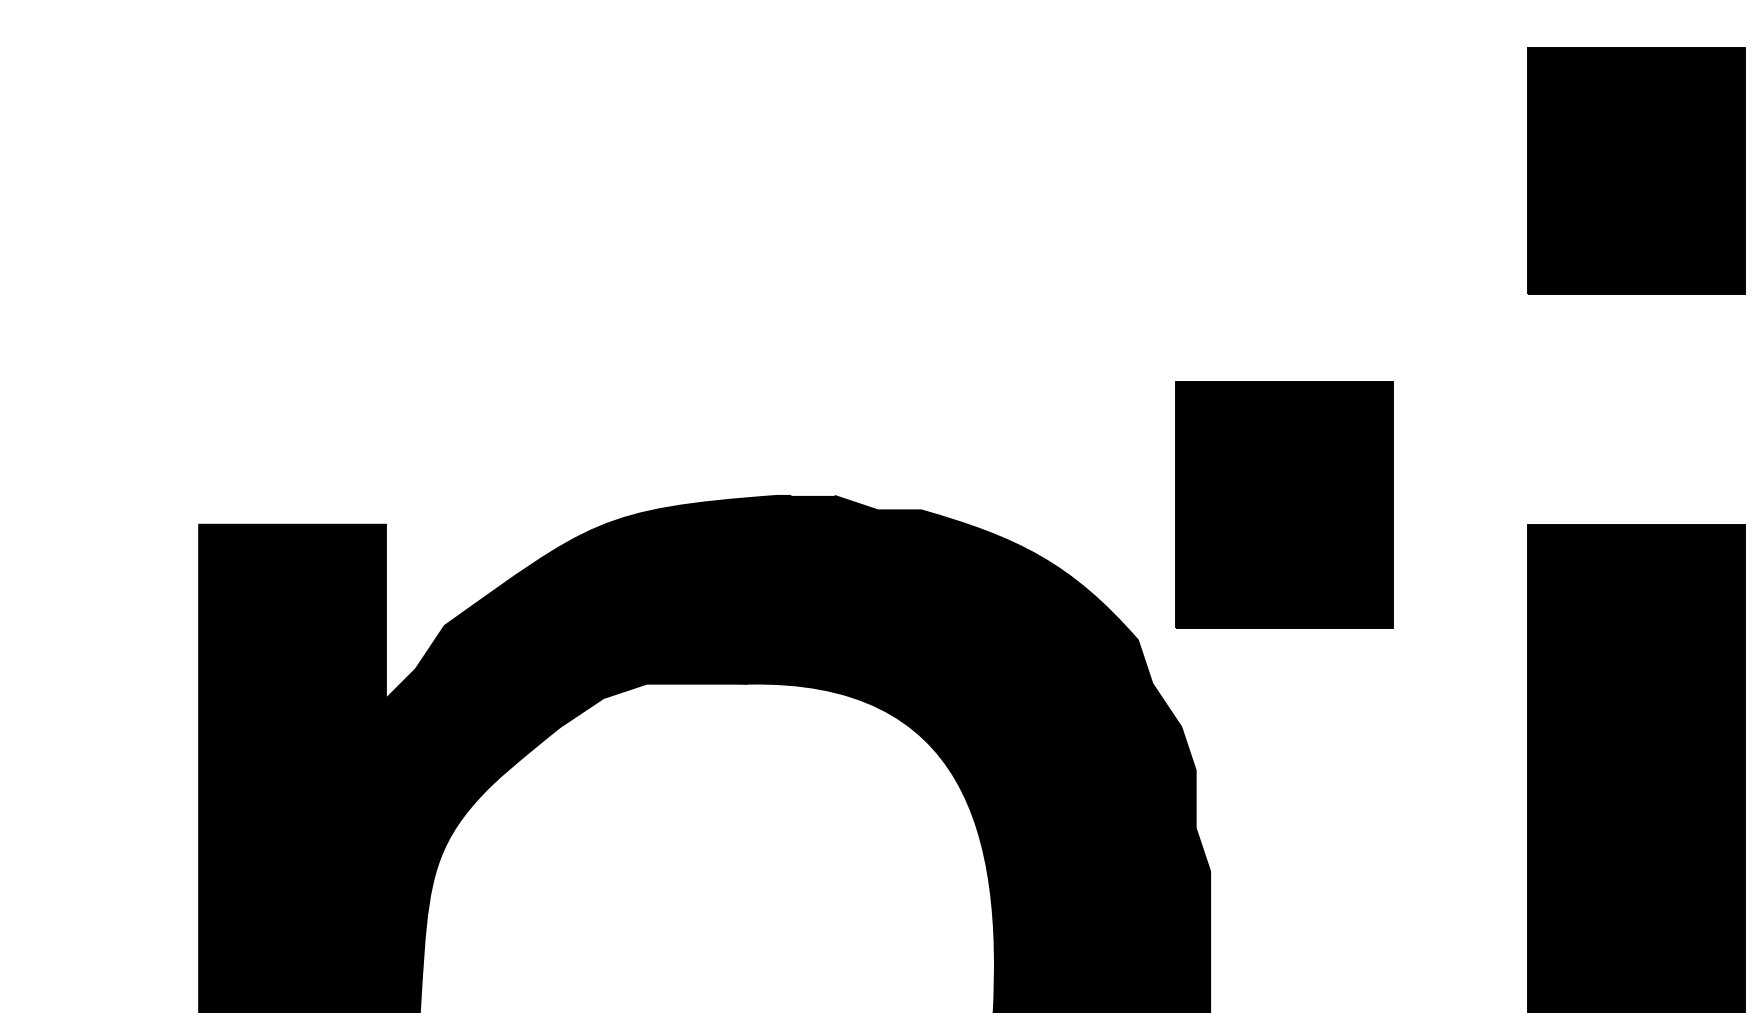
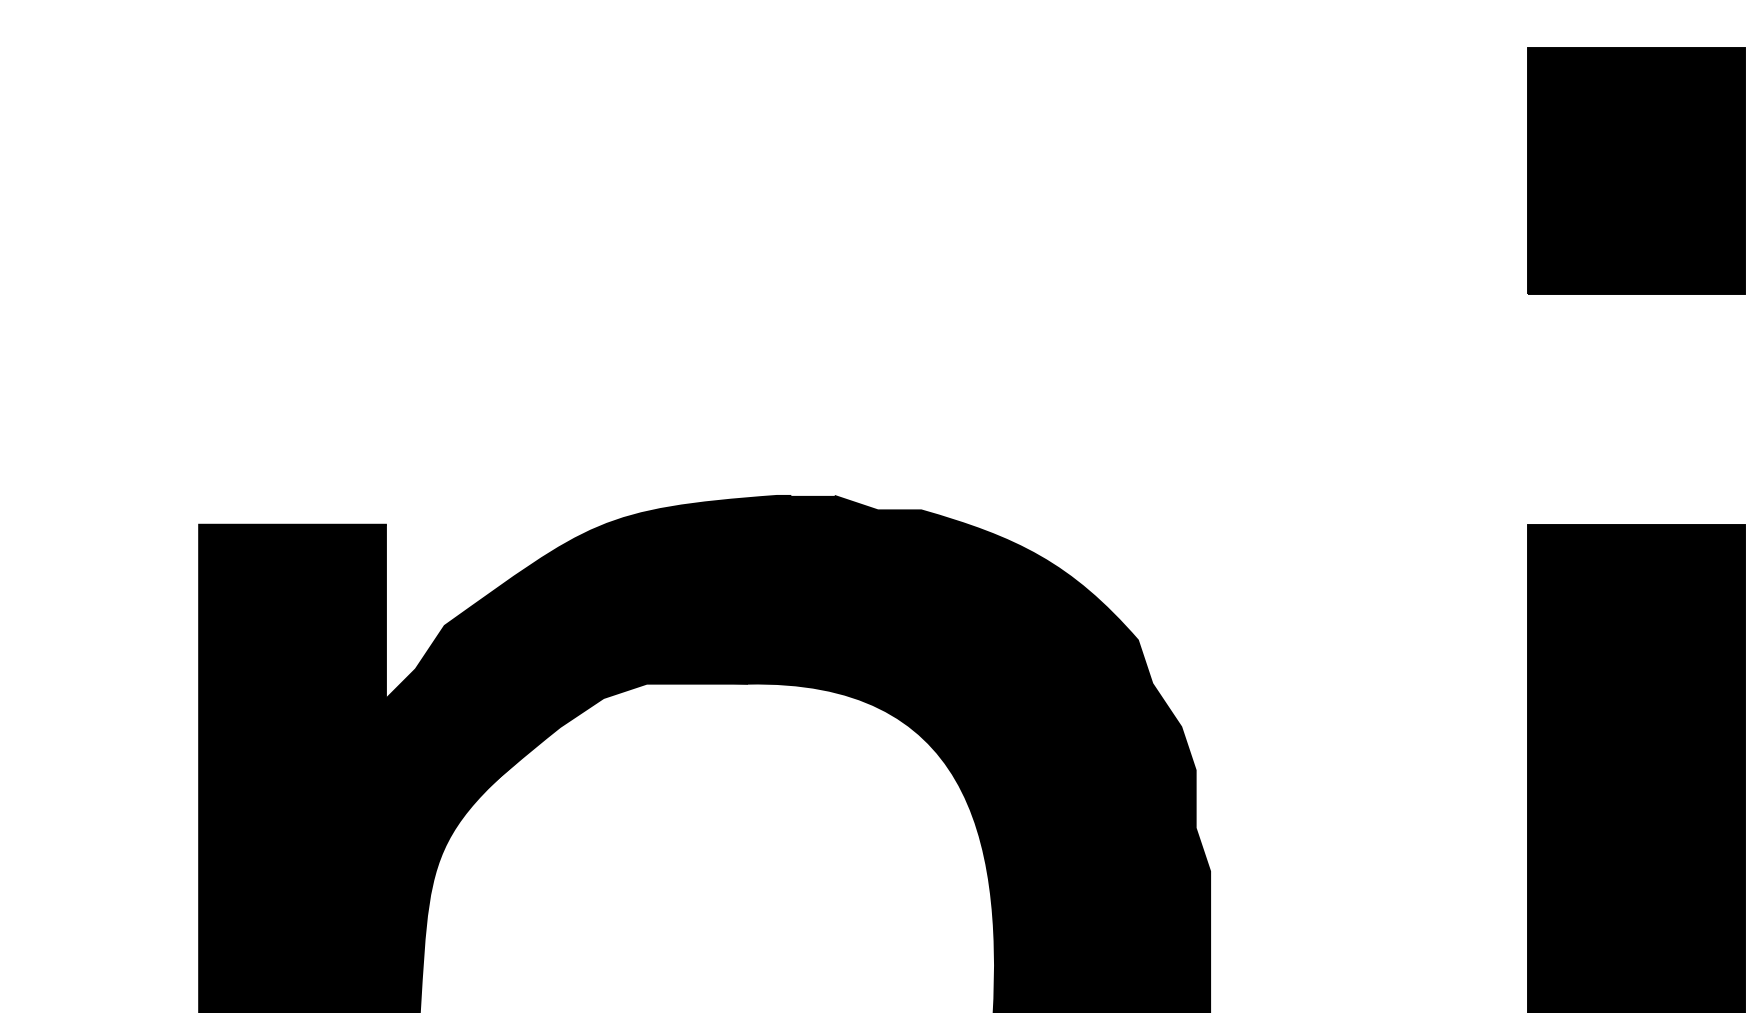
part at (1284, 504): present -> none
